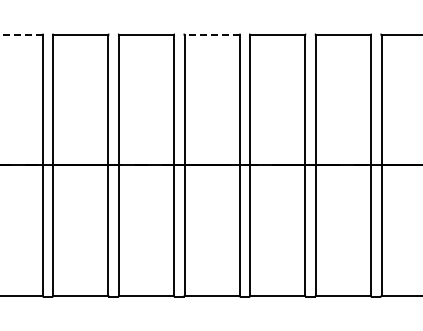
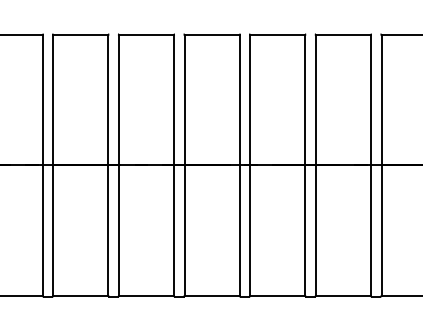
line at (21, 35): dashed -> solid
line at (211, 35): dashed -> solid
